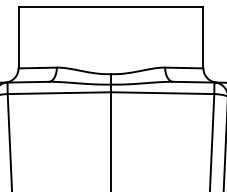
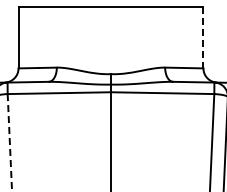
line at (203, 37): solid -> dashed
line at (9, 142): solid -> dashed
